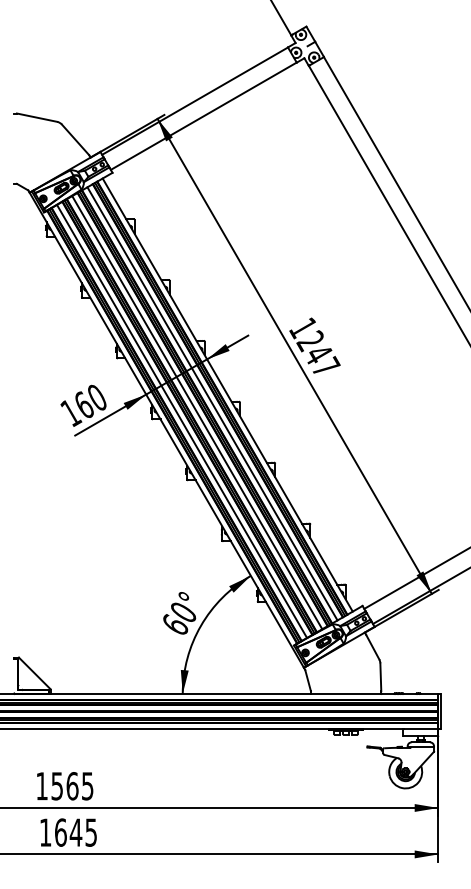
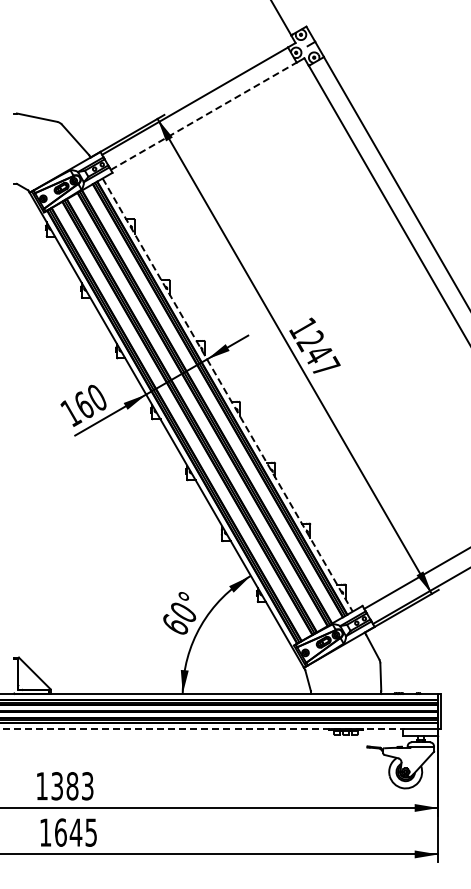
line at (204, 116): solid -> dashed
line at (227, 395): solid -> dashed
line at (212, 403): present -> none
line at (197, 412): present -> none
line at (182, 421): present -> none
line at (202, 729): solid -> dashed
text at (72, 786): 1565 -> 1383
